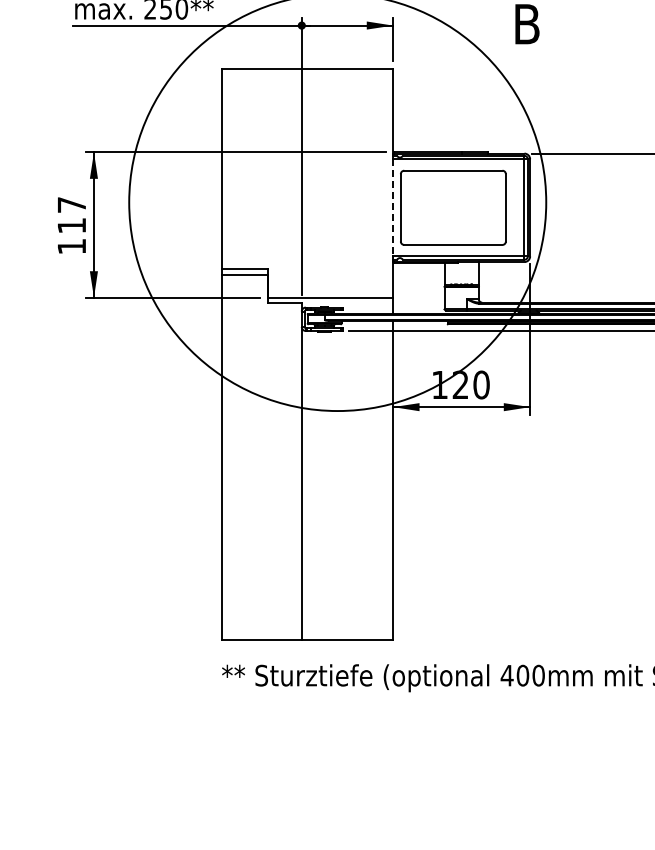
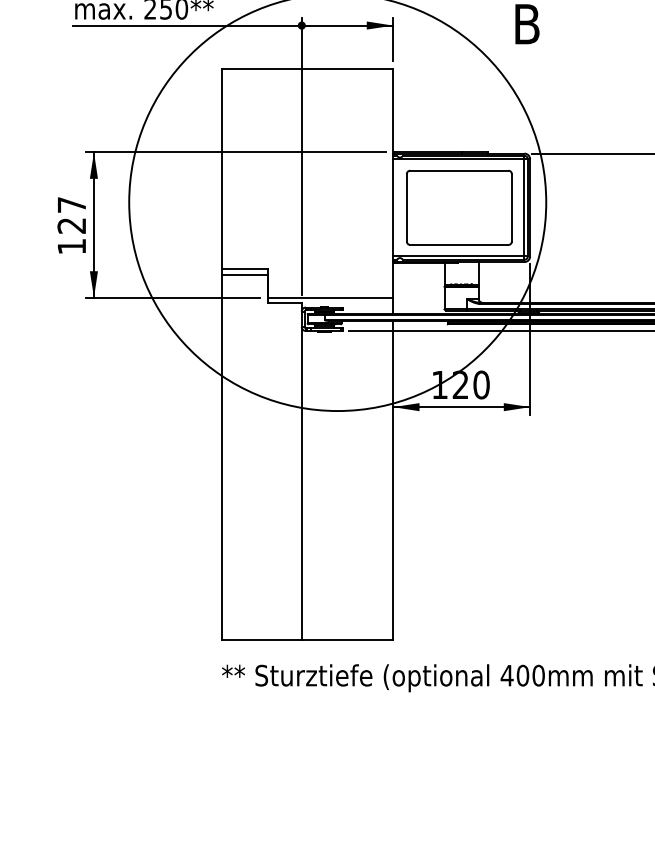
line at (393, 207): dashed -> solid
part at (453, 207) position: (453, 207) -> (459, 207)
text at (71, 225): 117 -> 127
